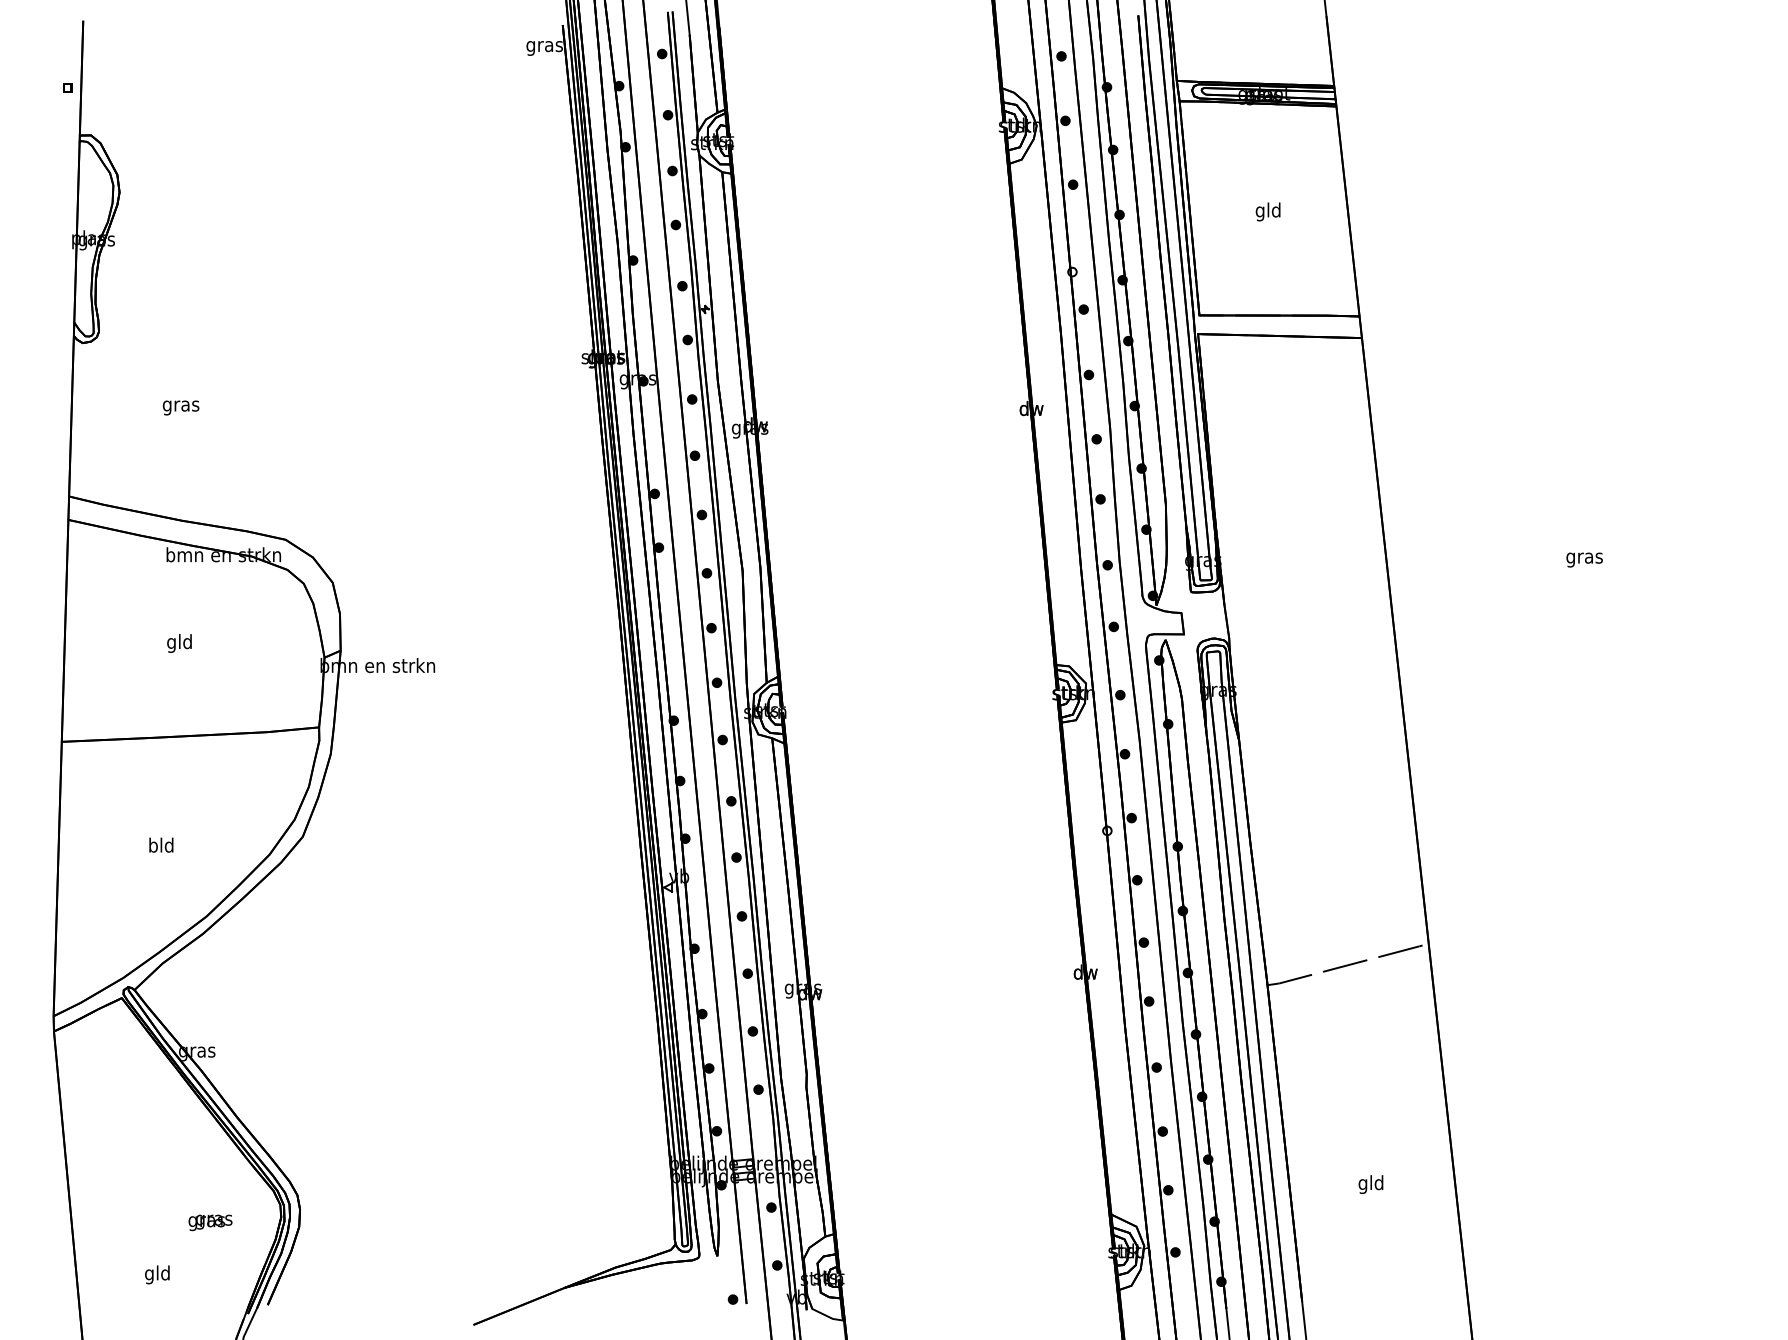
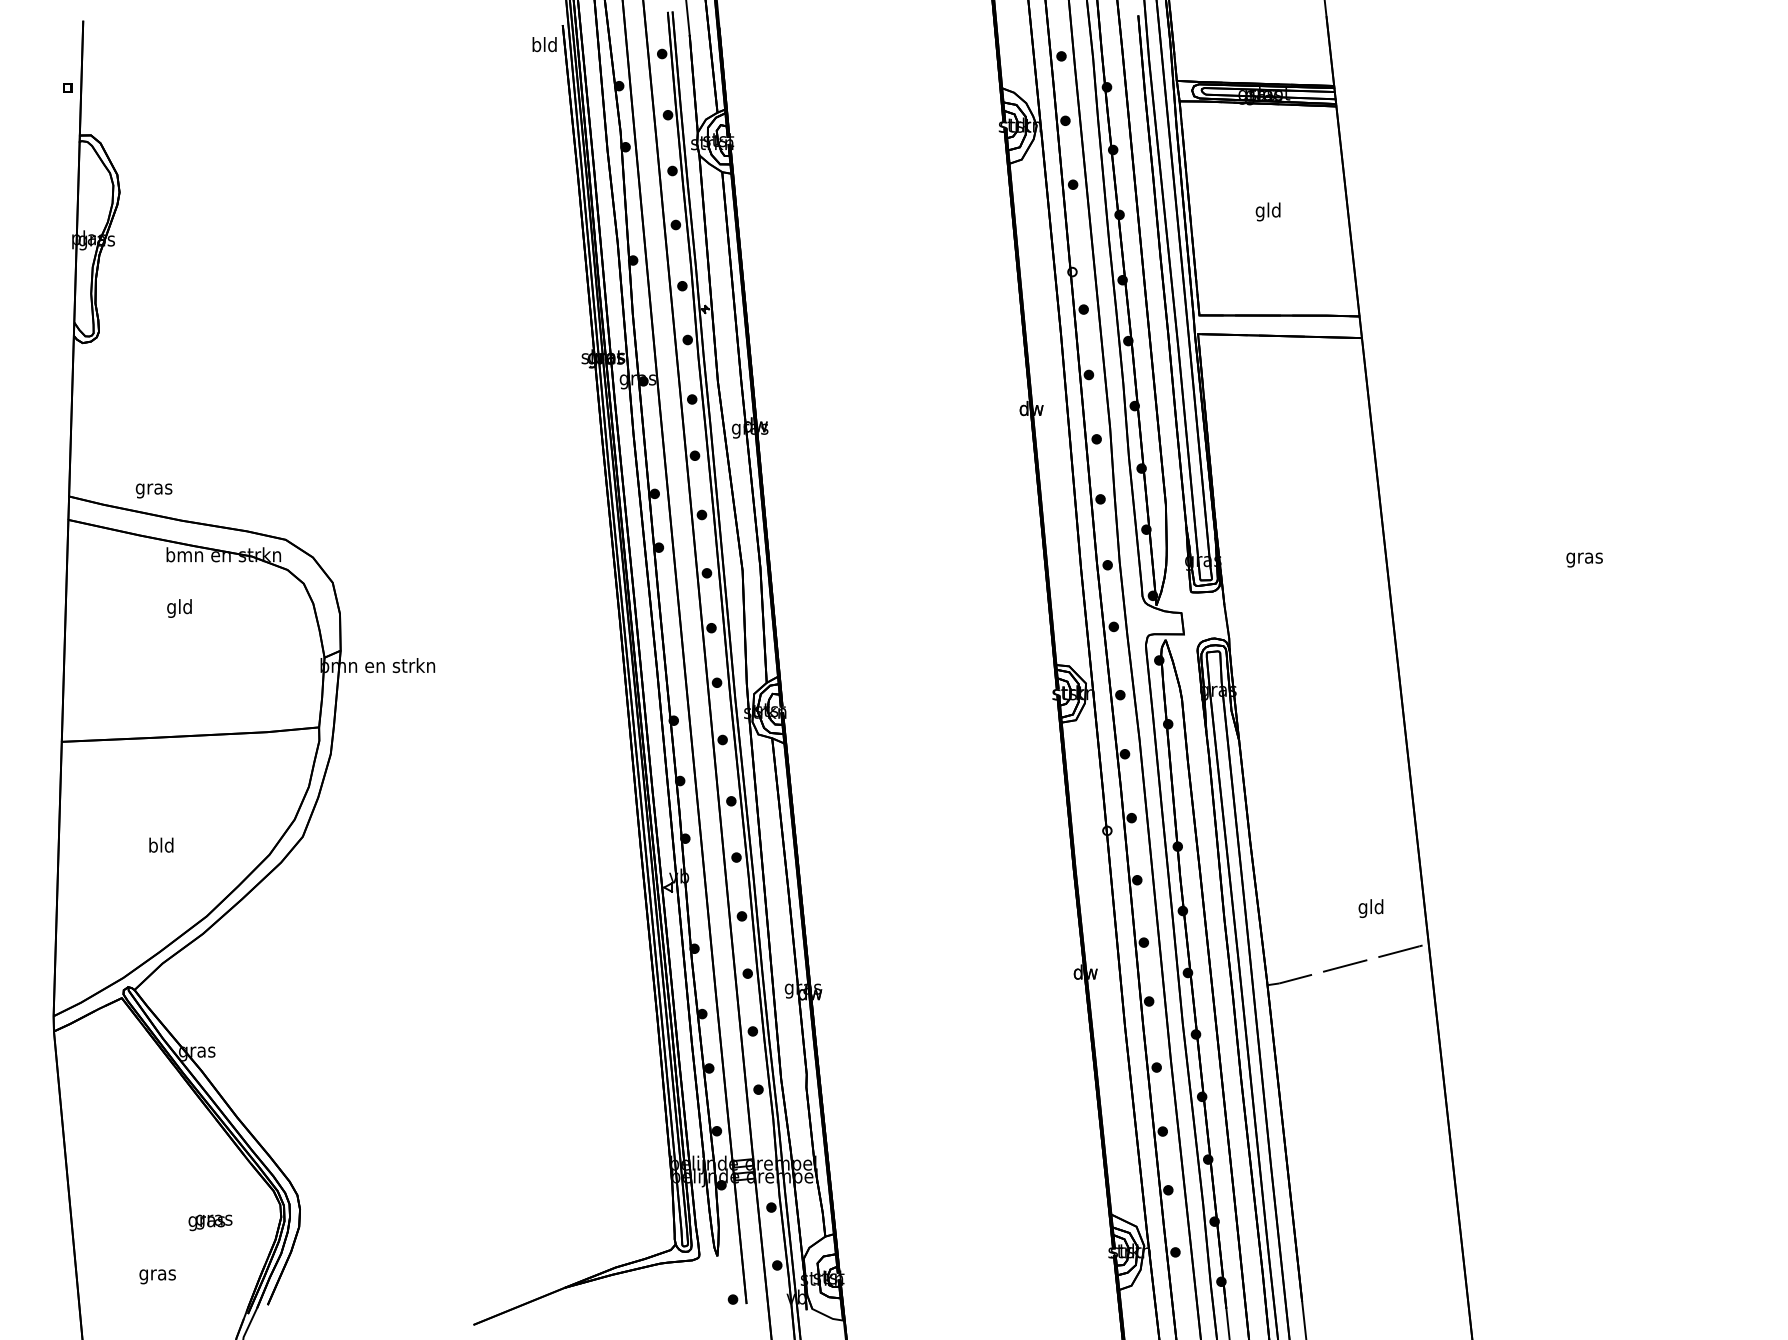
text at (544, 46): gras -> bld
text at (180, 407) position: (180, 407) -> (153, 490)
text at (179, 643) position: (179, 643) -> (179, 608)
text at (1370, 1184) position: (1370, 1184) -> (1370, 908)
text at (157, 1274): gld -> gras
